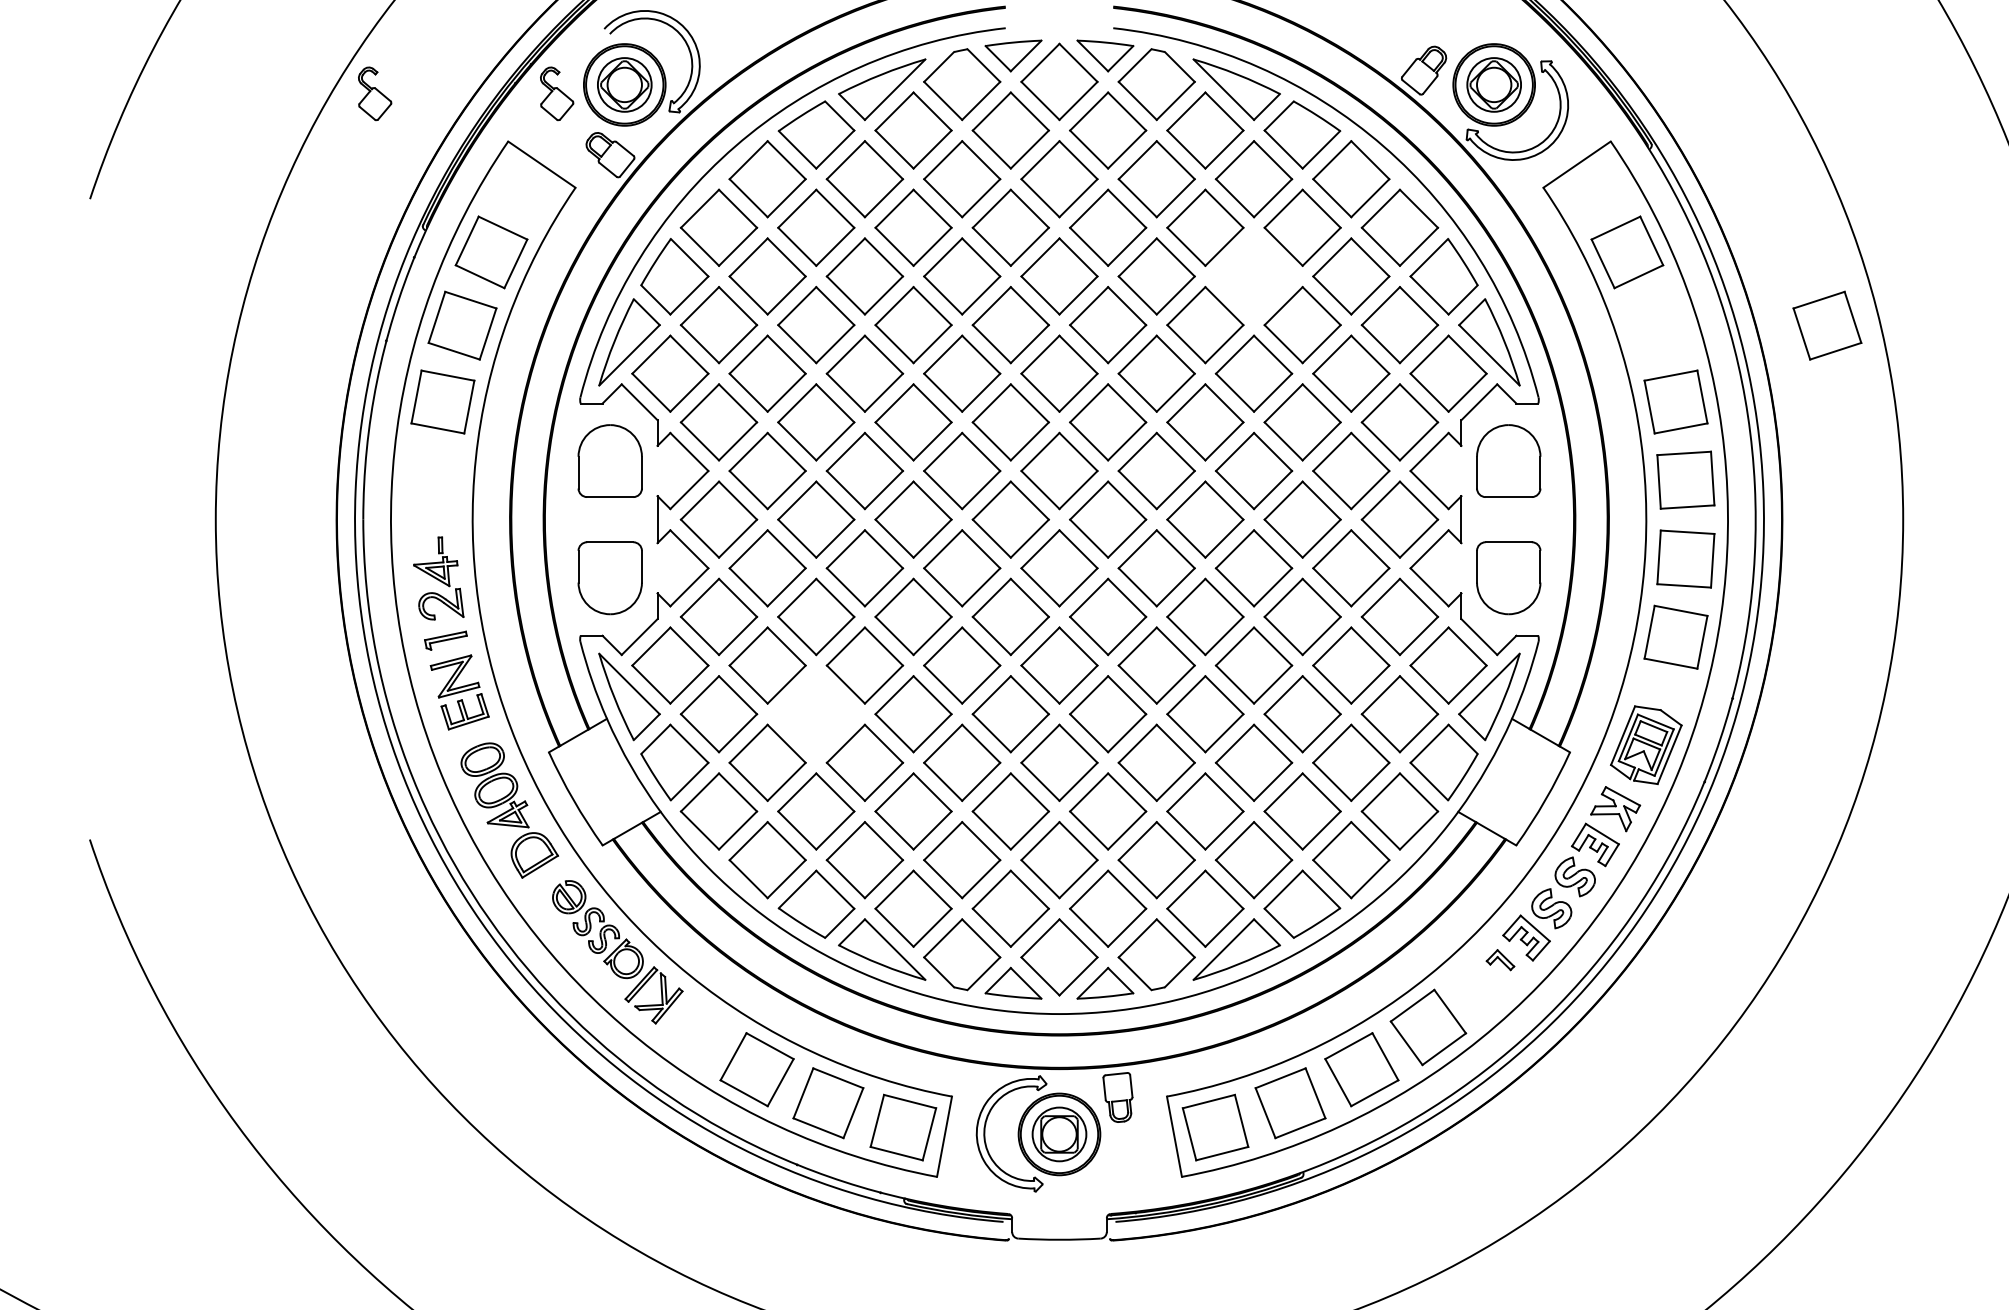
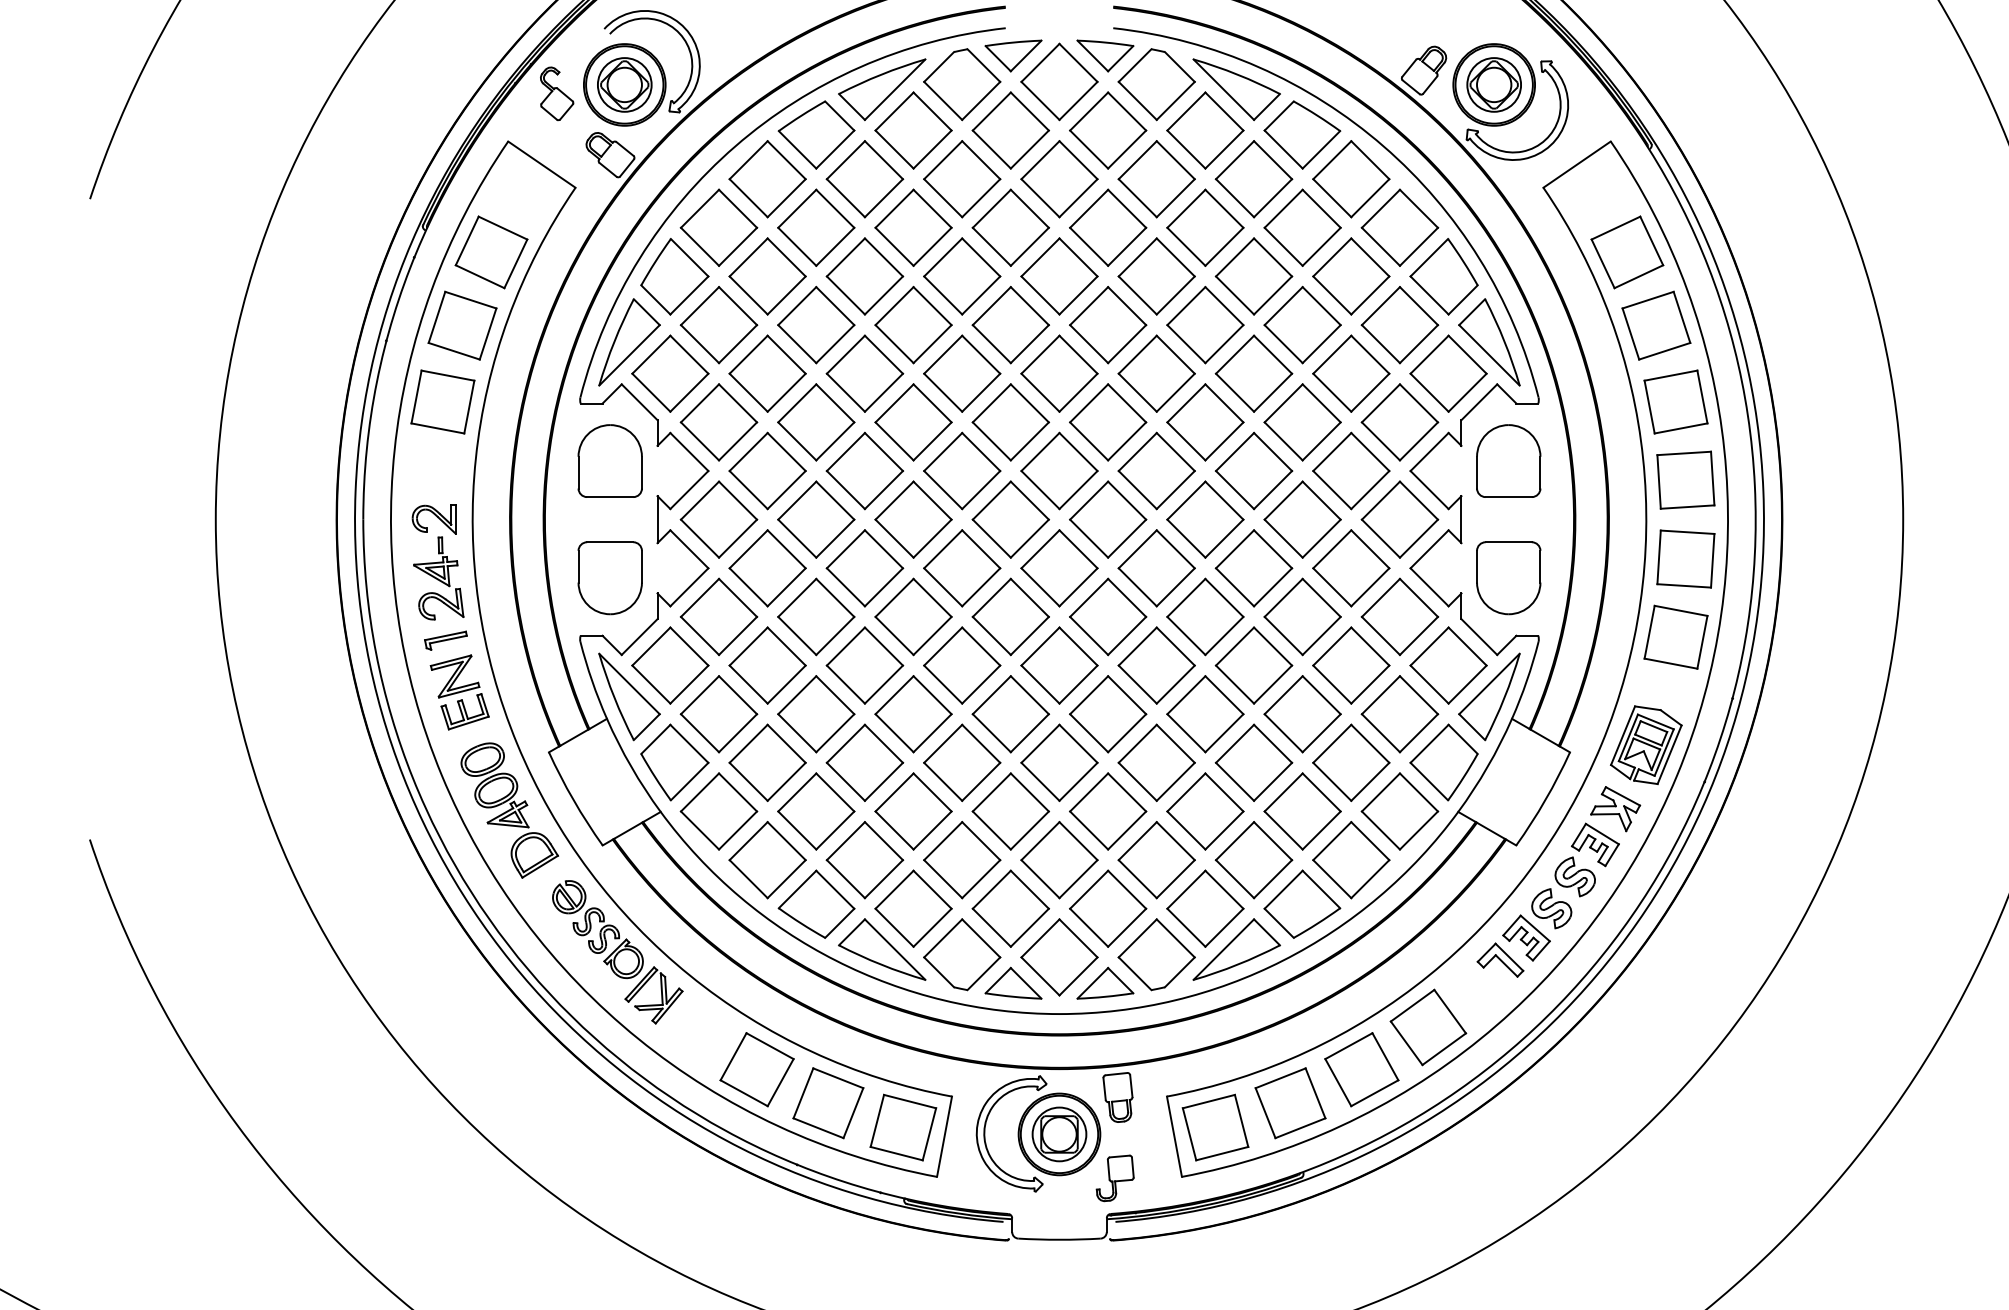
part at (375, 93): present -> none
part at (1253, 276): none -> present
part at (1827, 325) position: (1827, 325) -> (1656, 325)
part at (433, 519): none -> present
part at (816, 714): none -> present
part at (1500, 960) size: 31x23 px -> 49x36 px
part at (1114, 1178): none -> present
